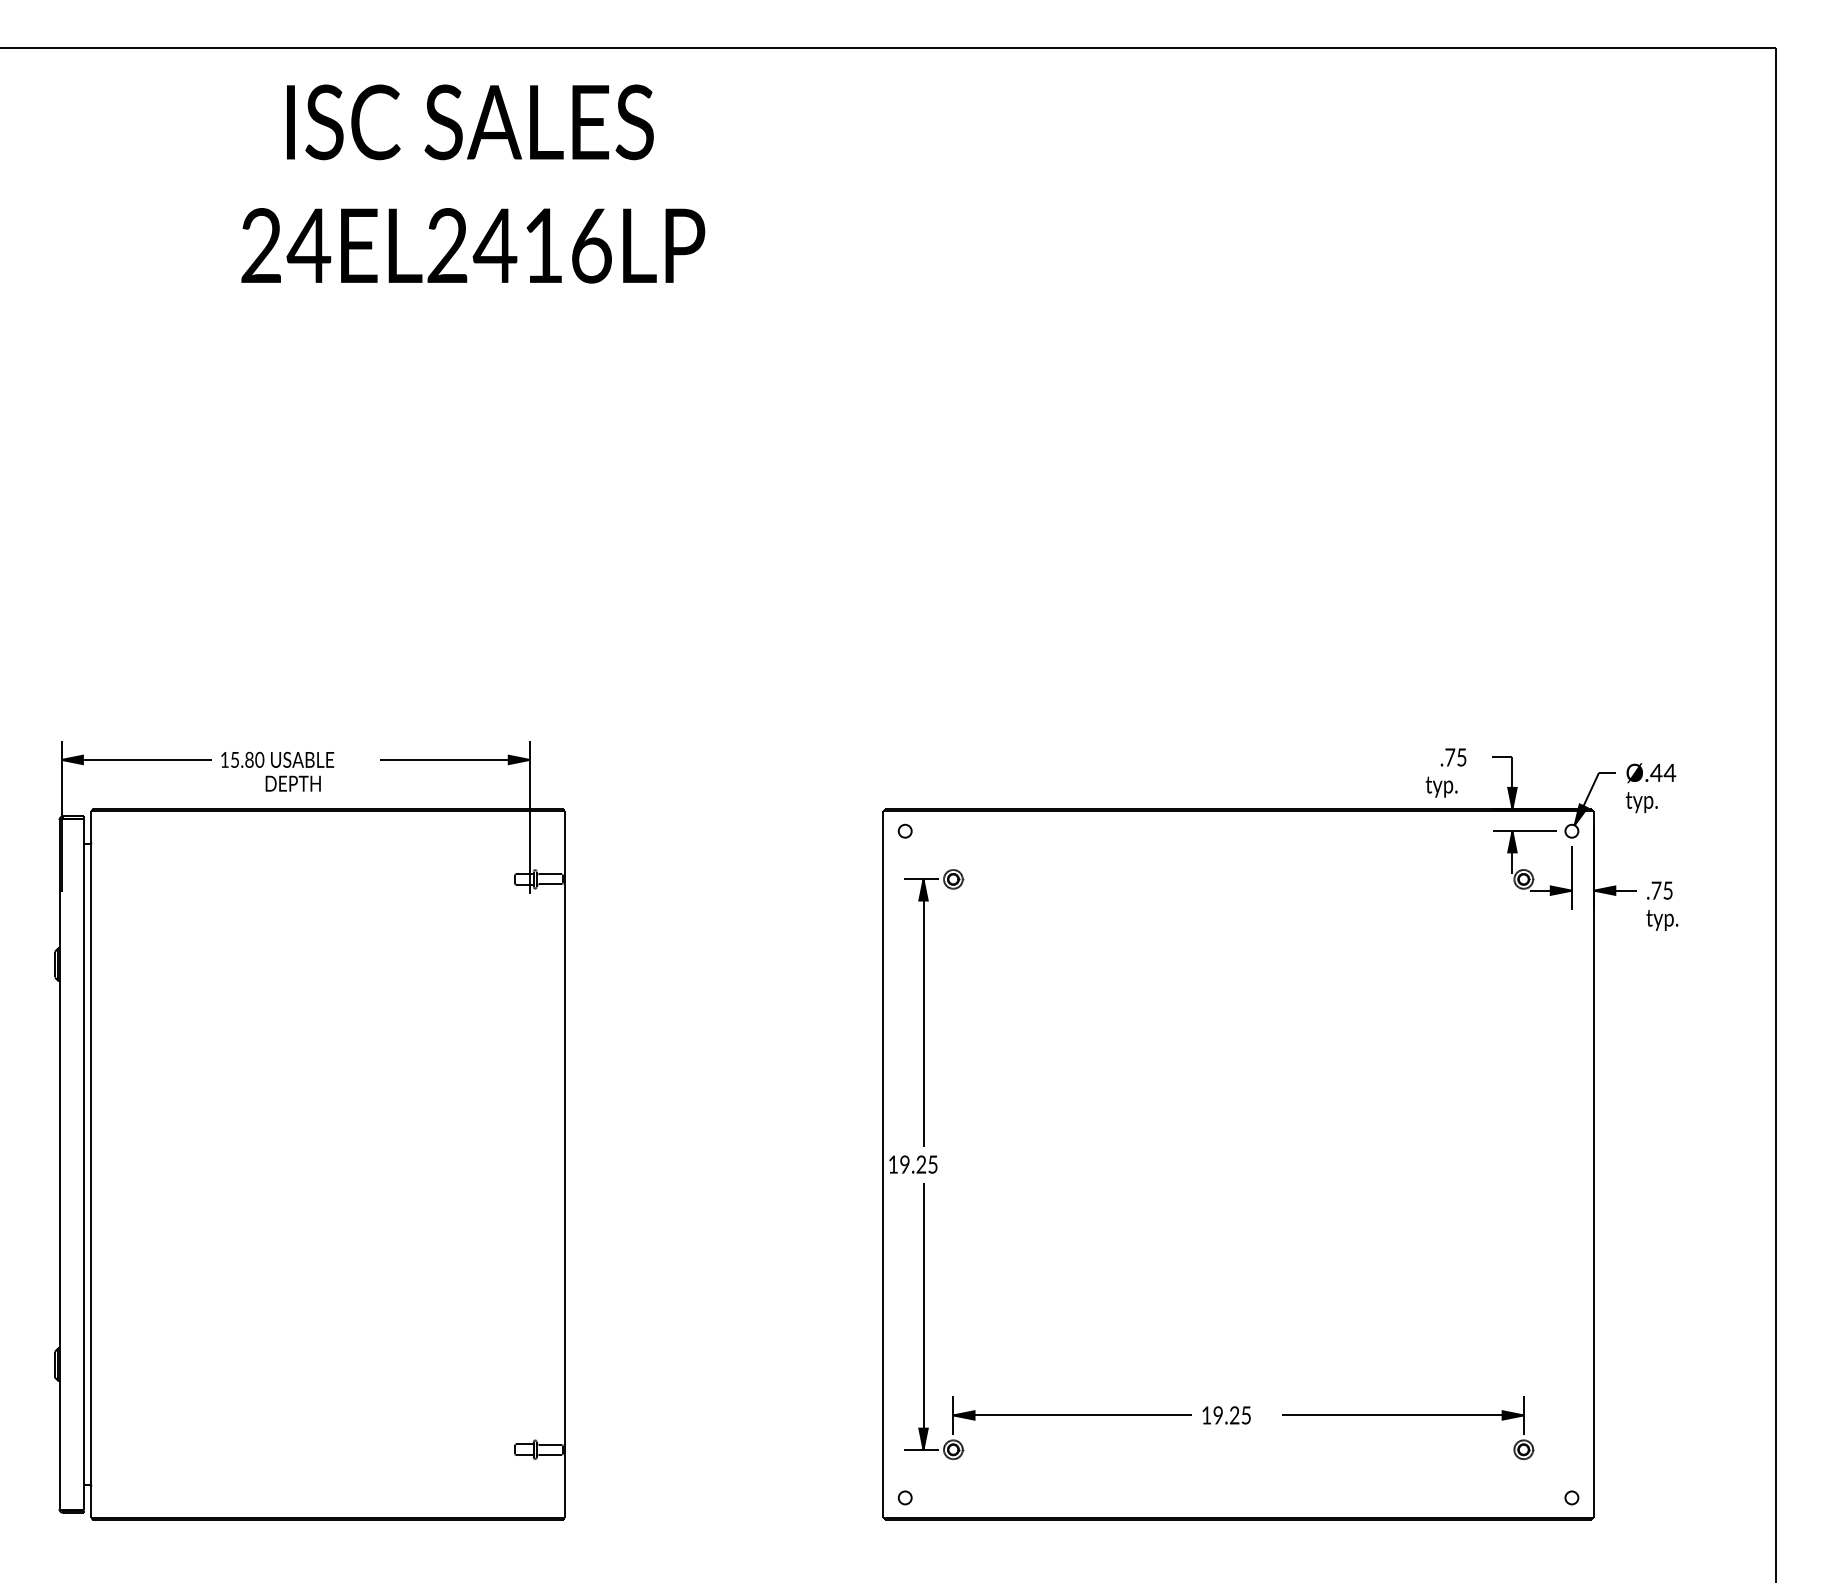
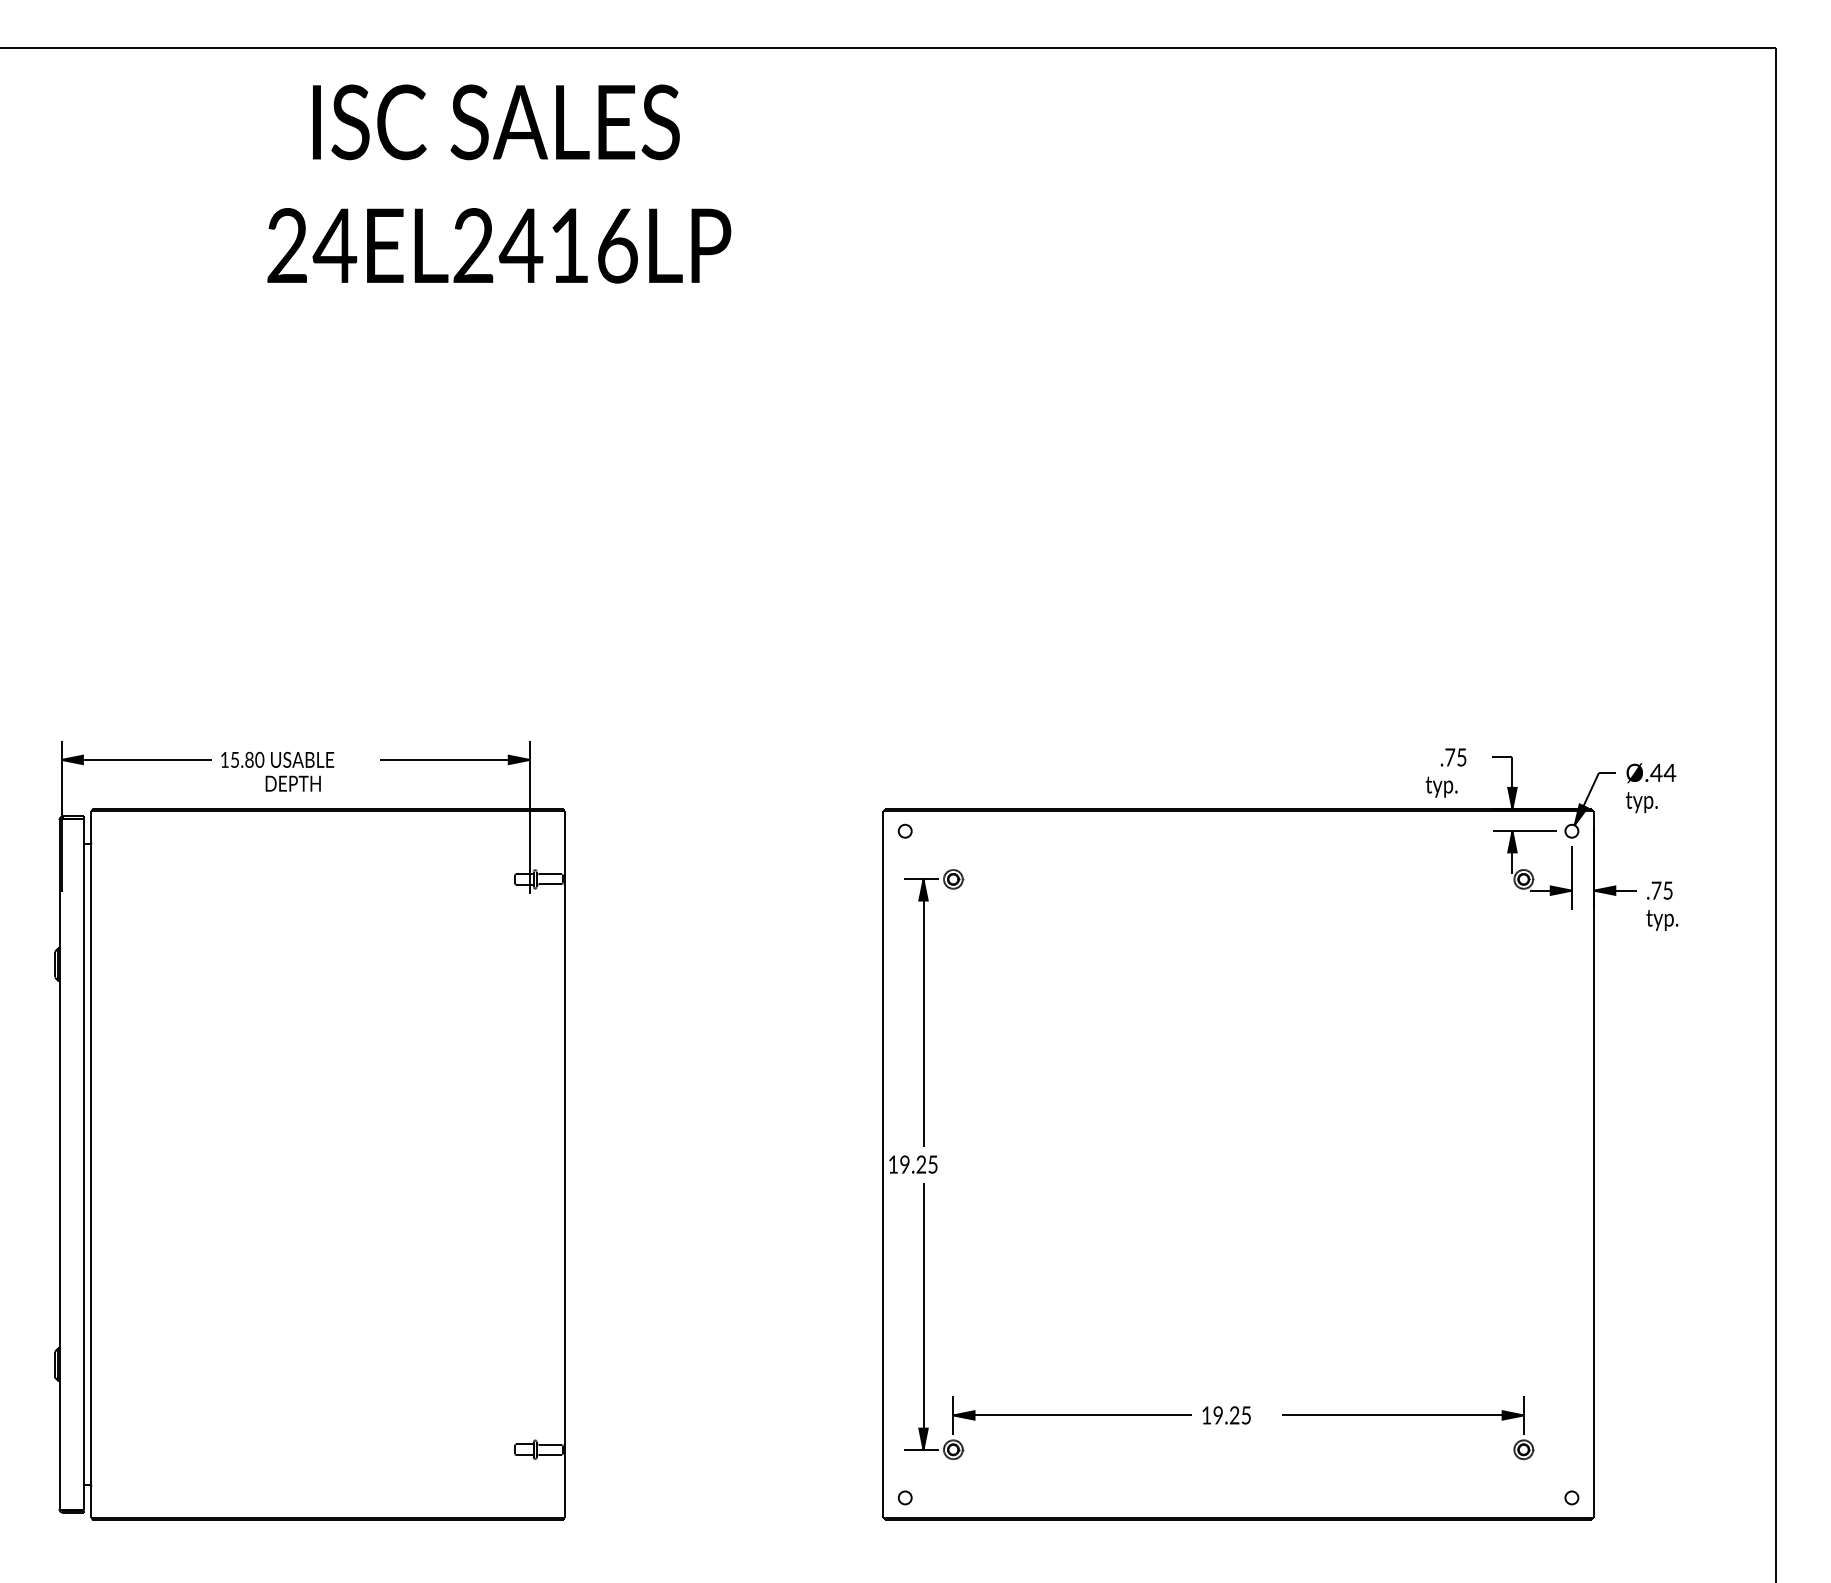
text at (473, 183) position: (473, 183) -> (499, 183)
